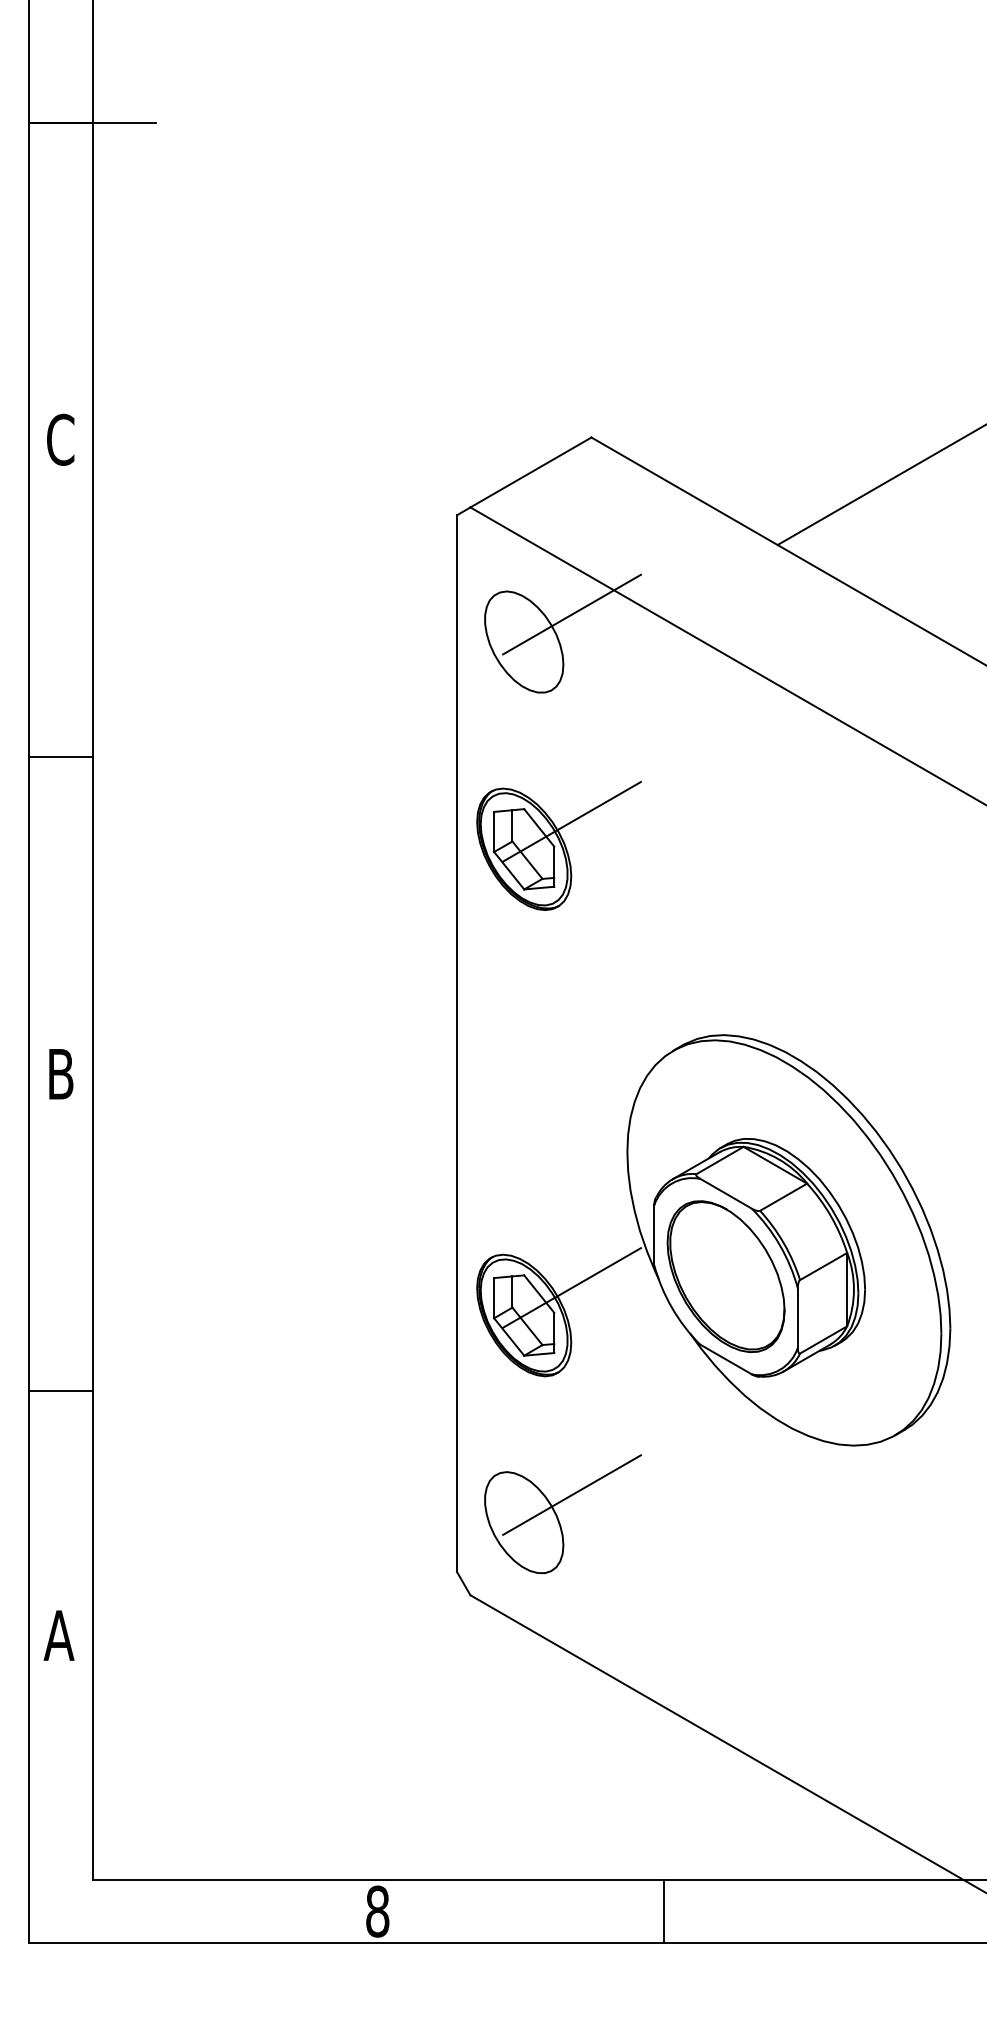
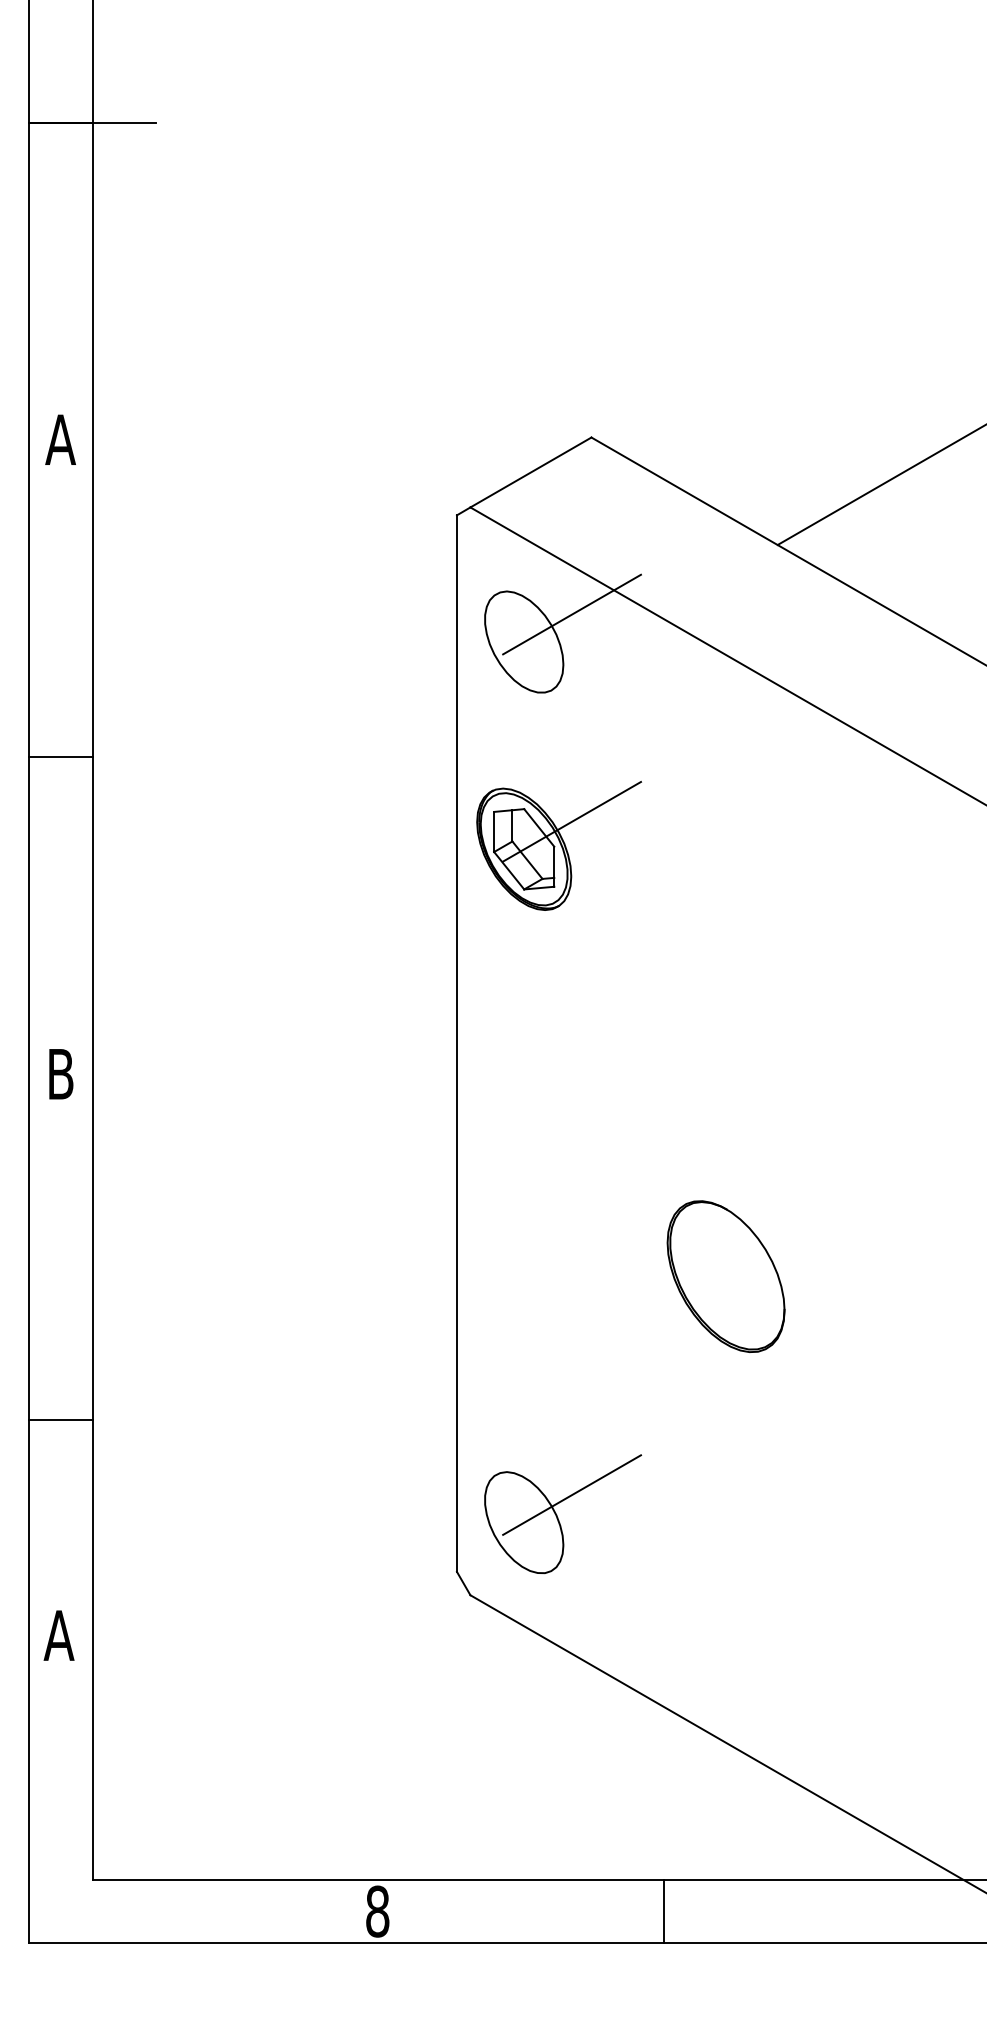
text at (60, 439): C -> A
part at (713, 1240): present -> none
line at (60, 1391) position: (60, 1391) -> (60, 1420)
